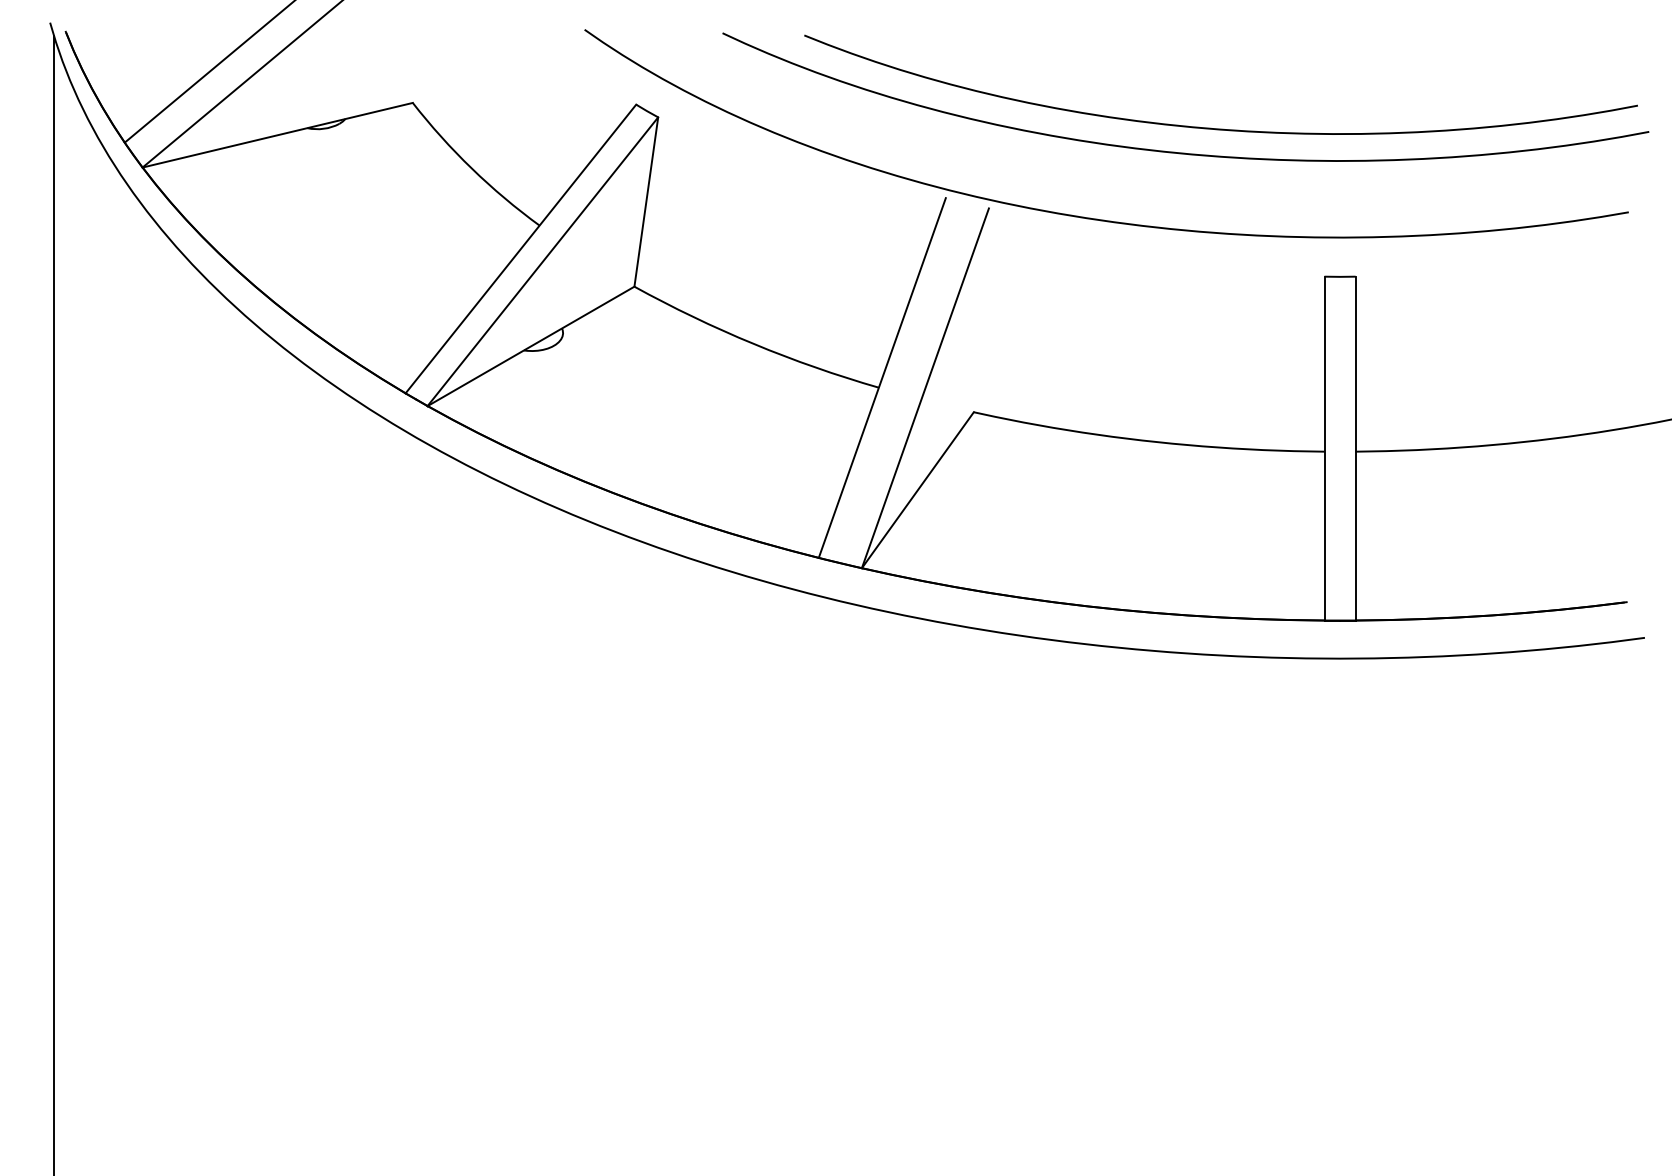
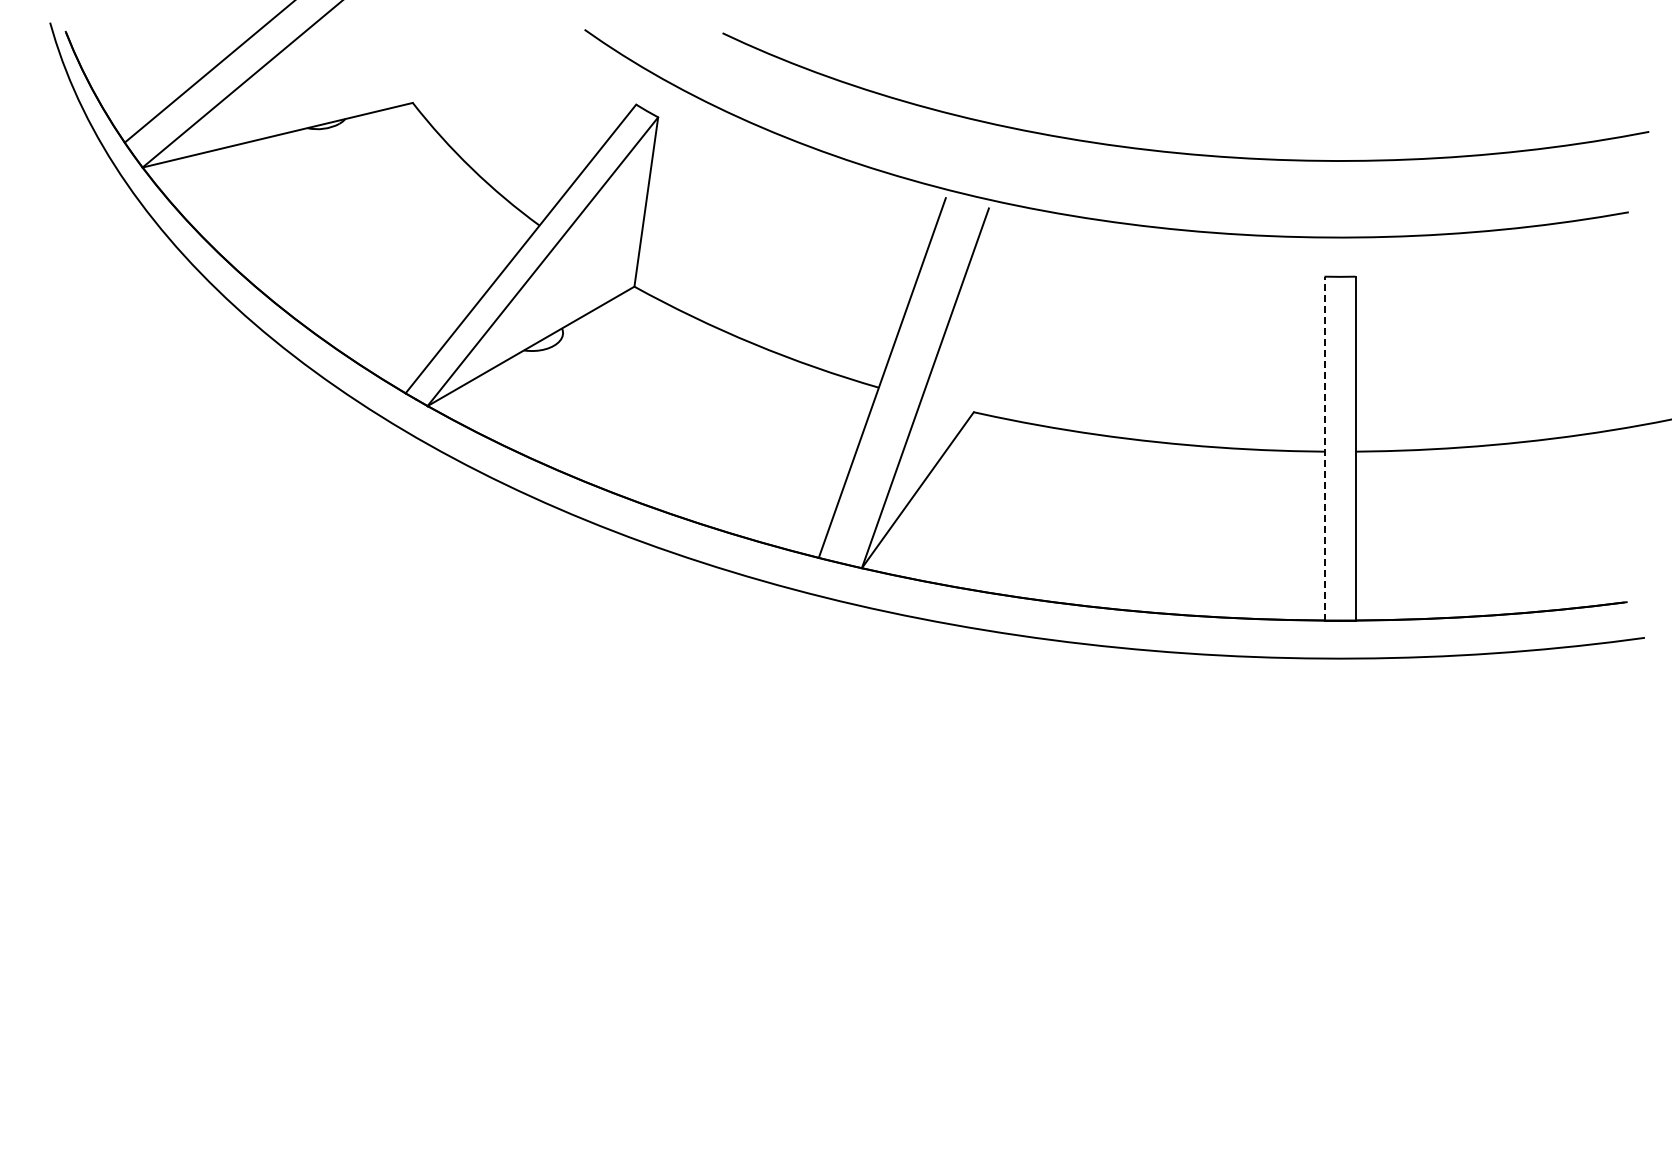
curve at (1211, 127): present -> none
line at (1324, 448): solid -> dashed
line at (54, 604): present -> none
